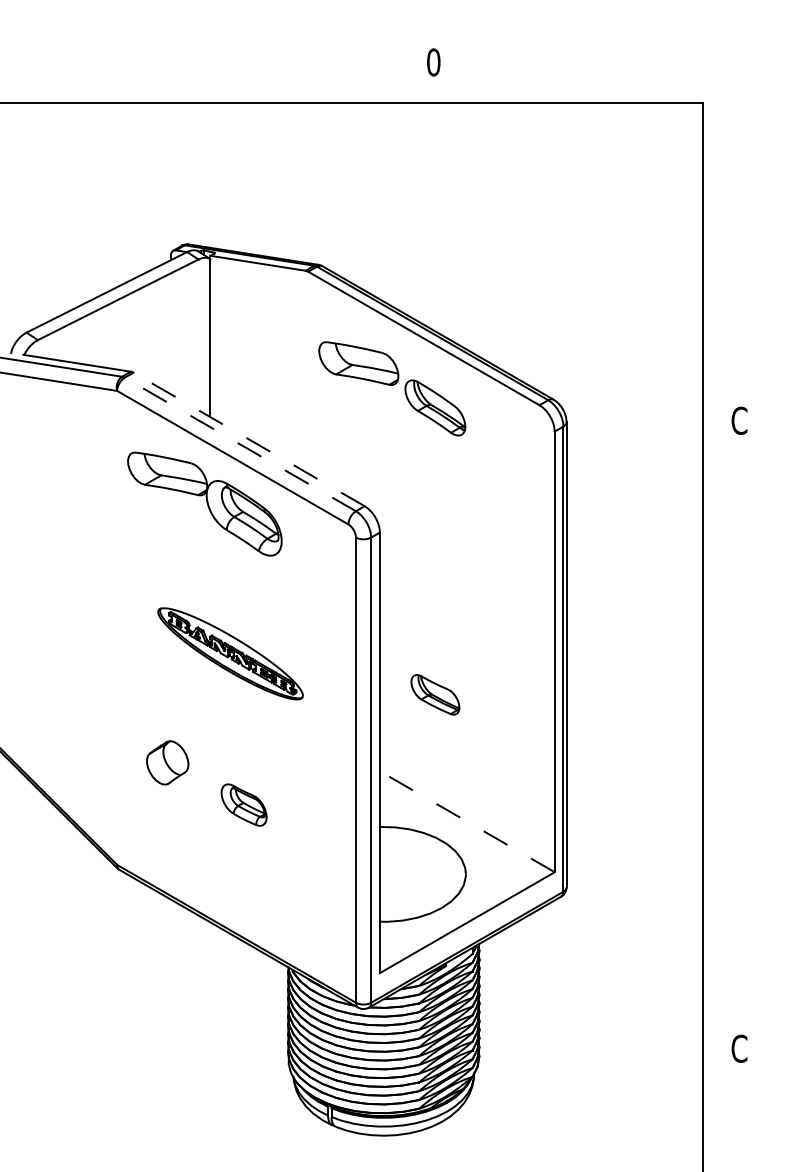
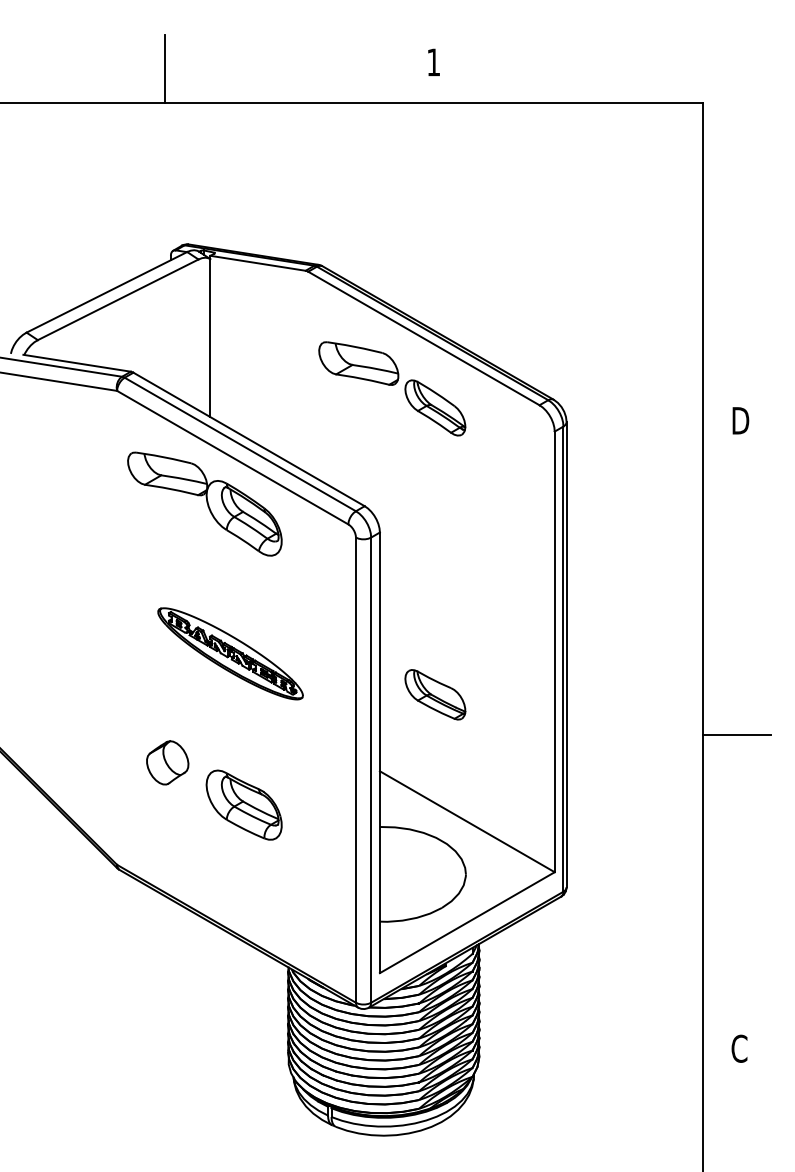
text at (433, 62): 0 -> 1
line at (164, 69): none -> present
text at (740, 420): C -> D
line at (249, 439): dashed -> solid
line at (240, 444): dashed -> solid
part at (435, 694) size: 51x42 px -> 63x52 px
line at (736, 734): none -> present
part at (243, 804) size: 48x44 px -> 78x72 px
line at (467, 821): dashed -> solid
